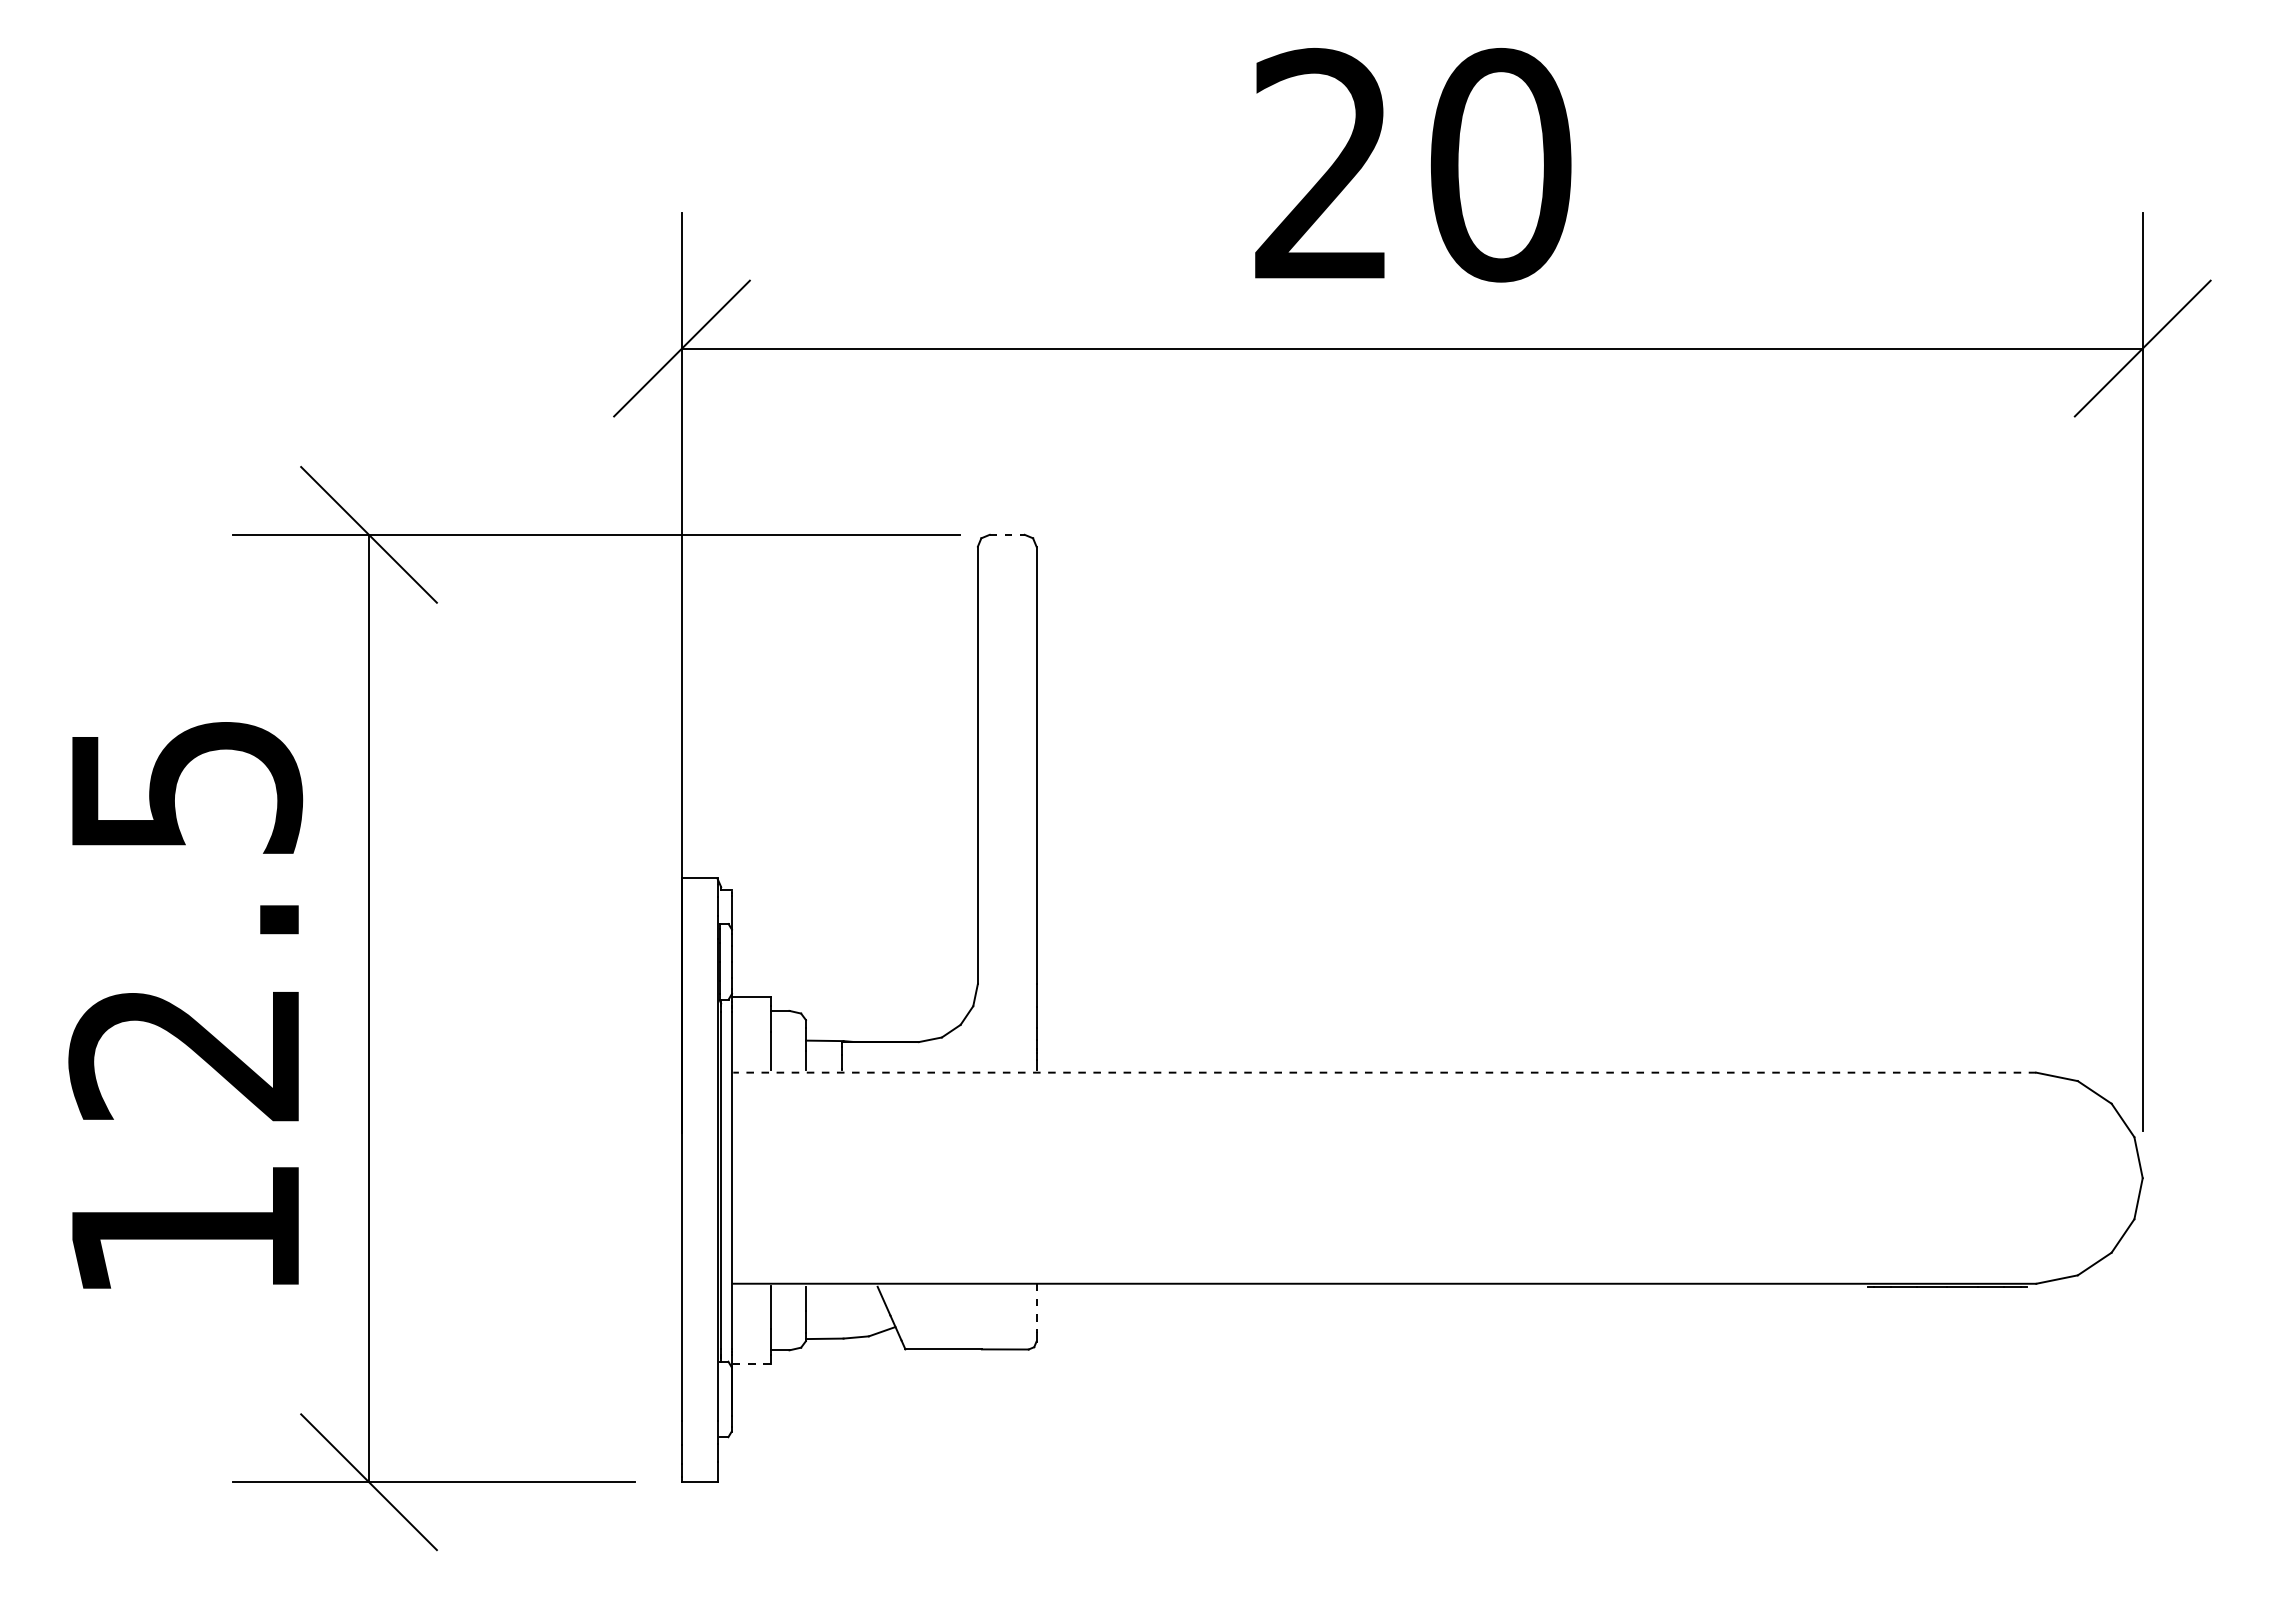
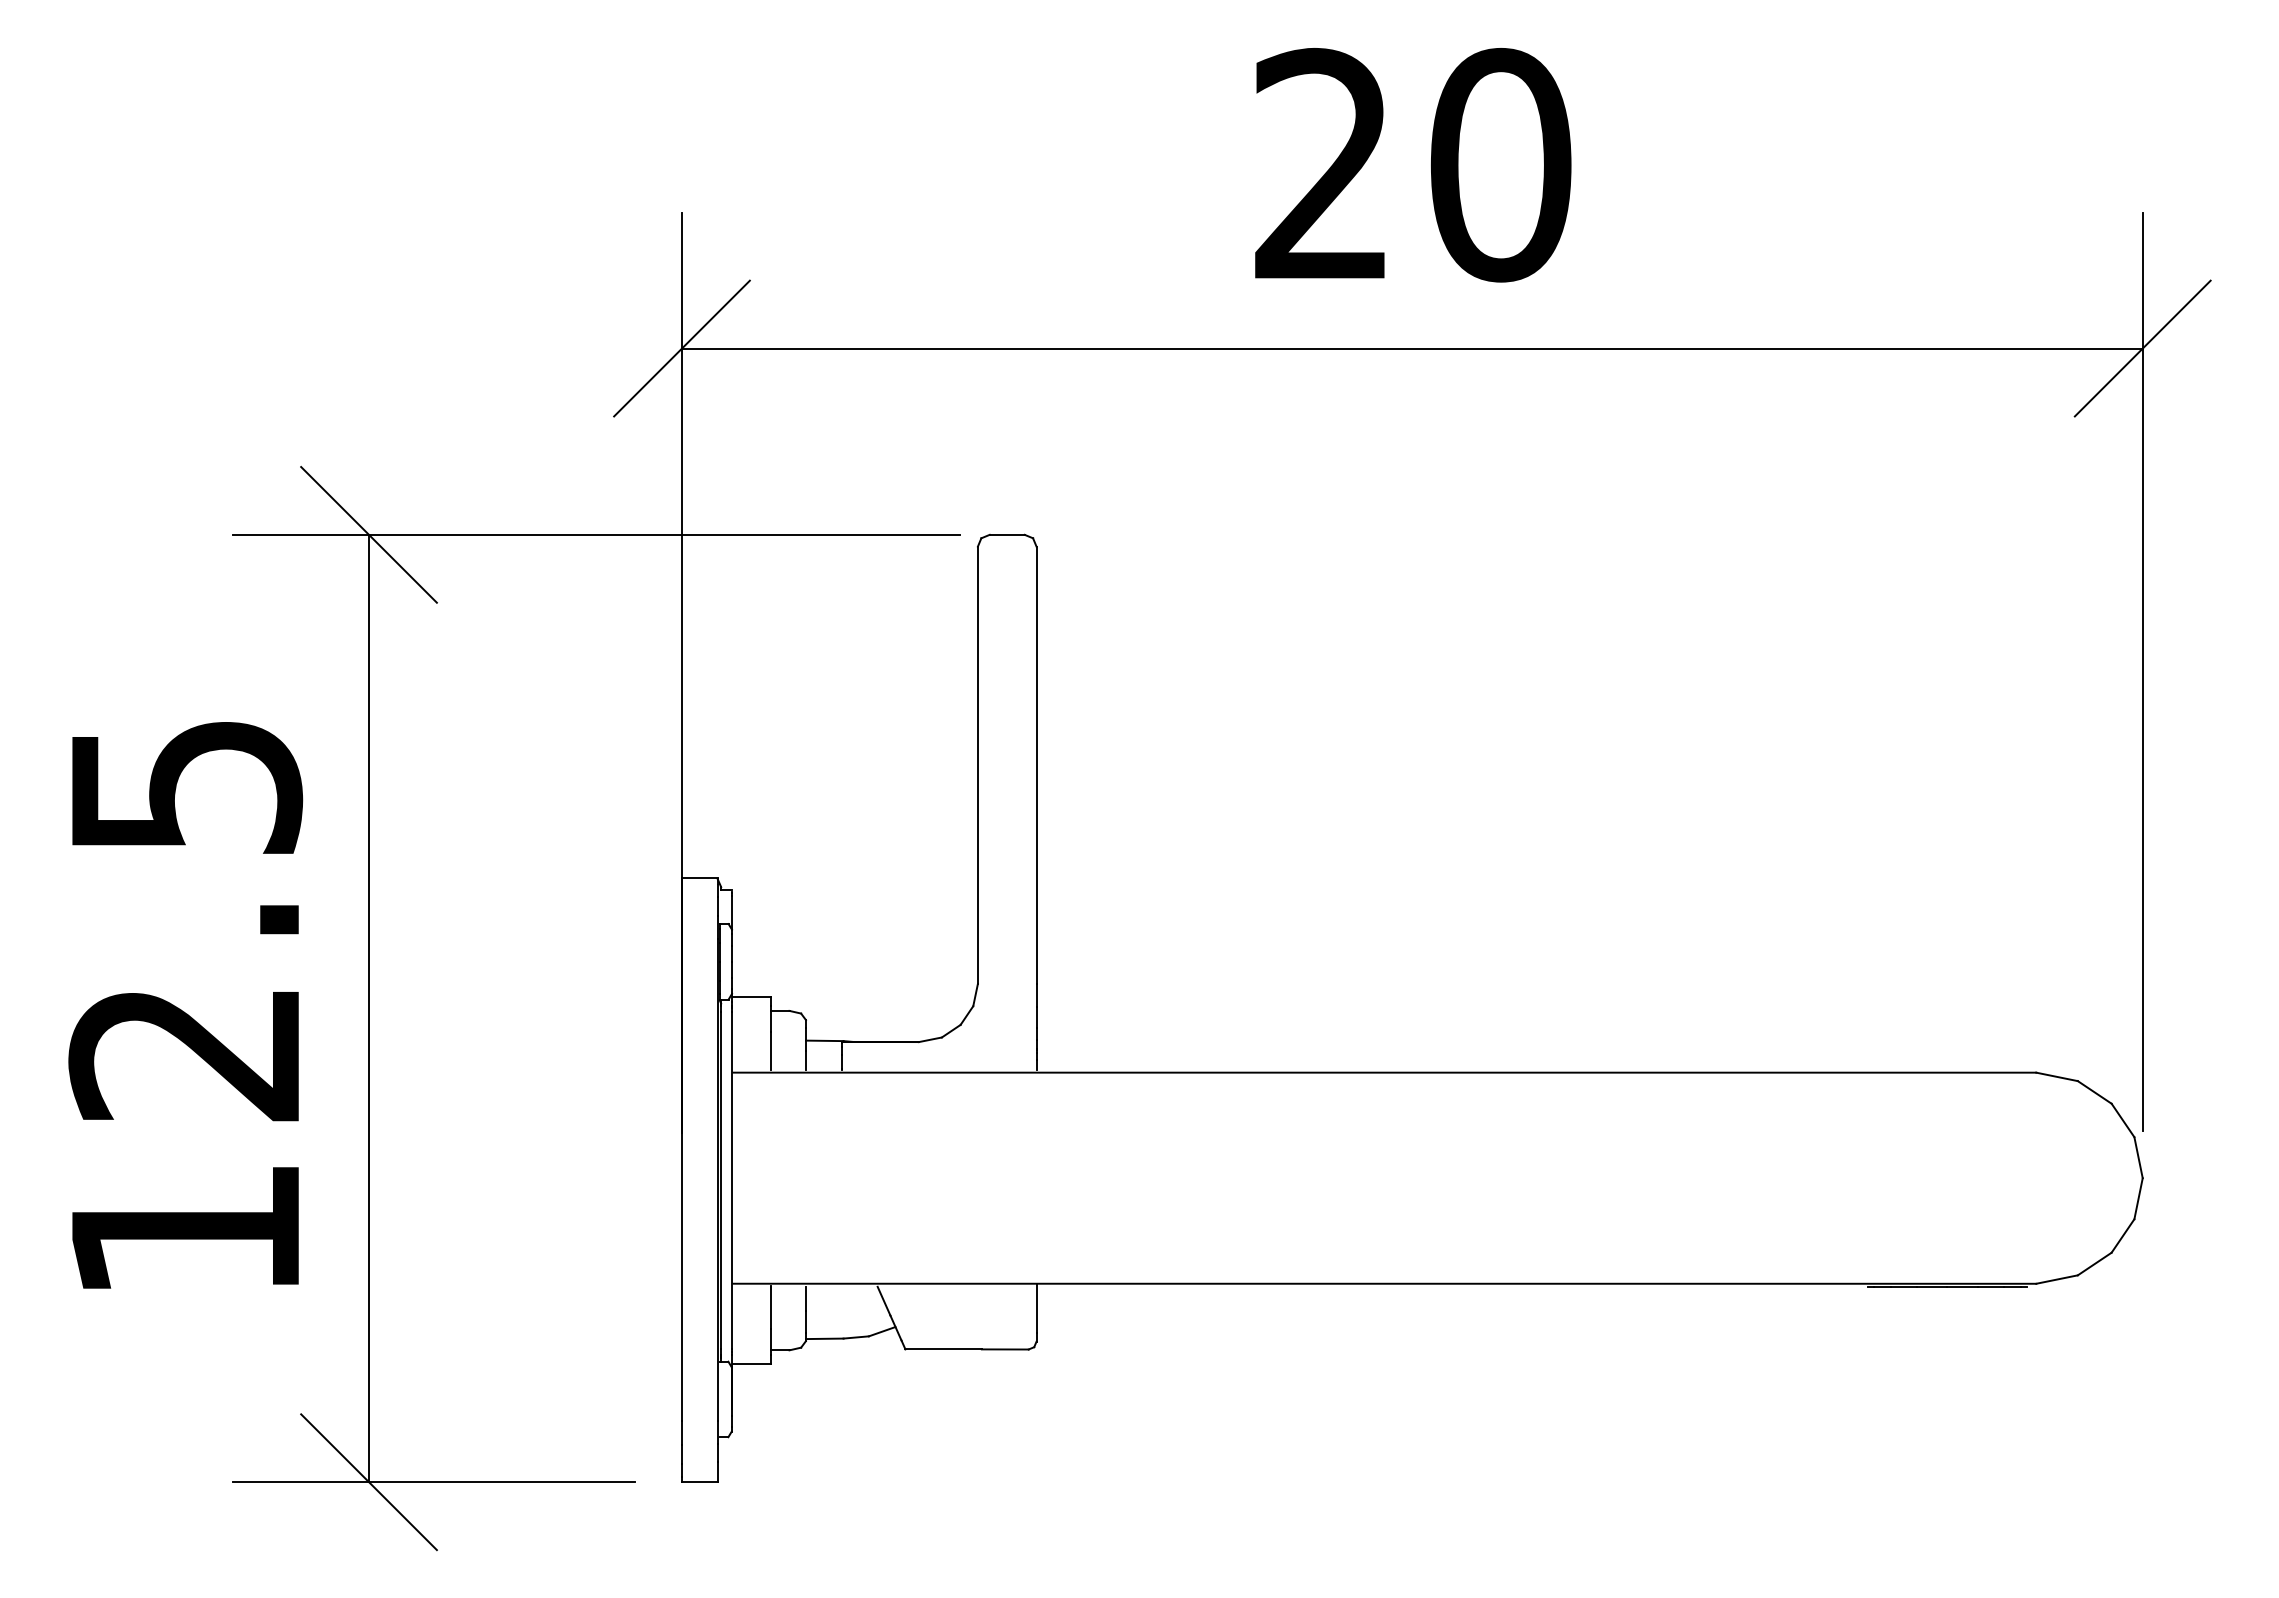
line at (1007, 534): dashed -> solid
line at (1384, 1072): dashed -> solid
line at (1036, 1308): dashed -> solid
line at (751, 1364): dashed -> solid
